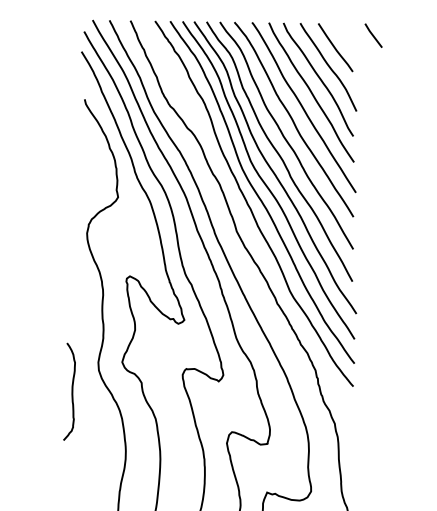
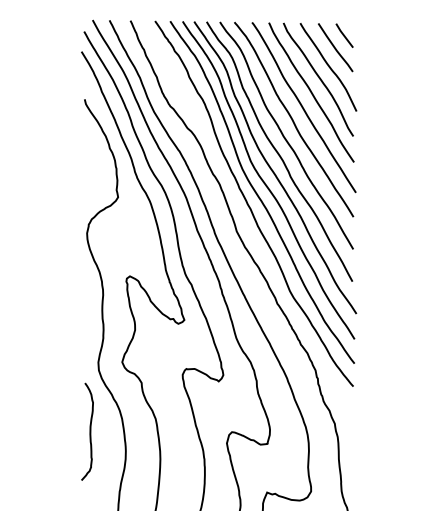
line at (373, 35) position: (373, 35) -> (344, 35)
curve at (71, 391) position: (71, 391) -> (89, 431)
